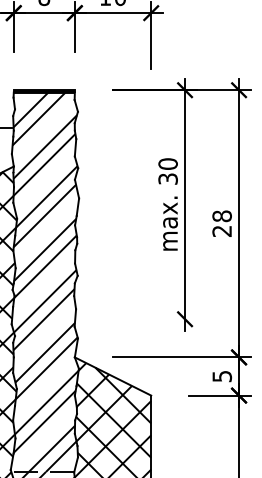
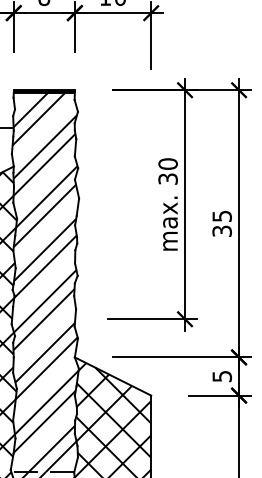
text at (221, 223): 28 -> 35
line at (151, 319): none -> present
